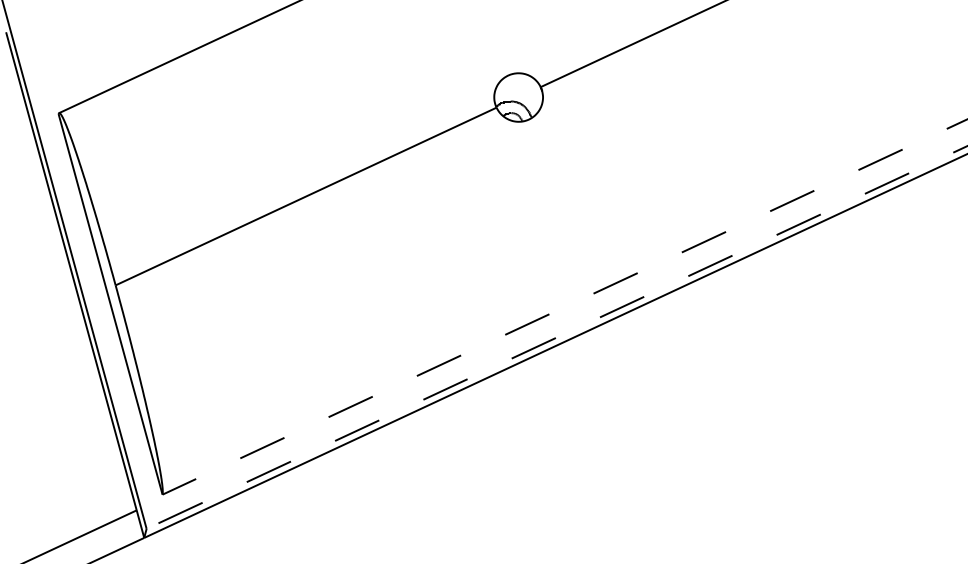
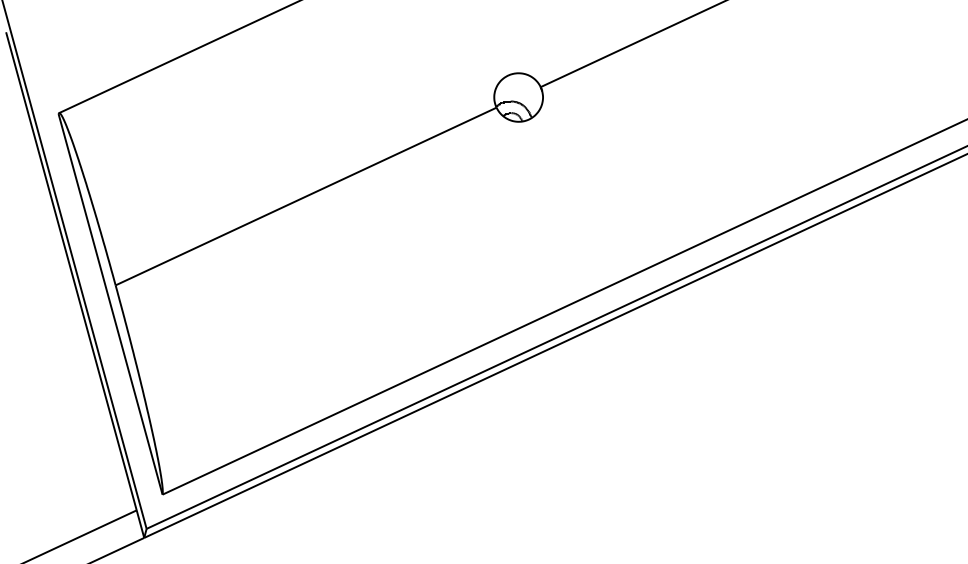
line at (564, 307): dashed -> solid
line at (557, 337): dashed -> solid
